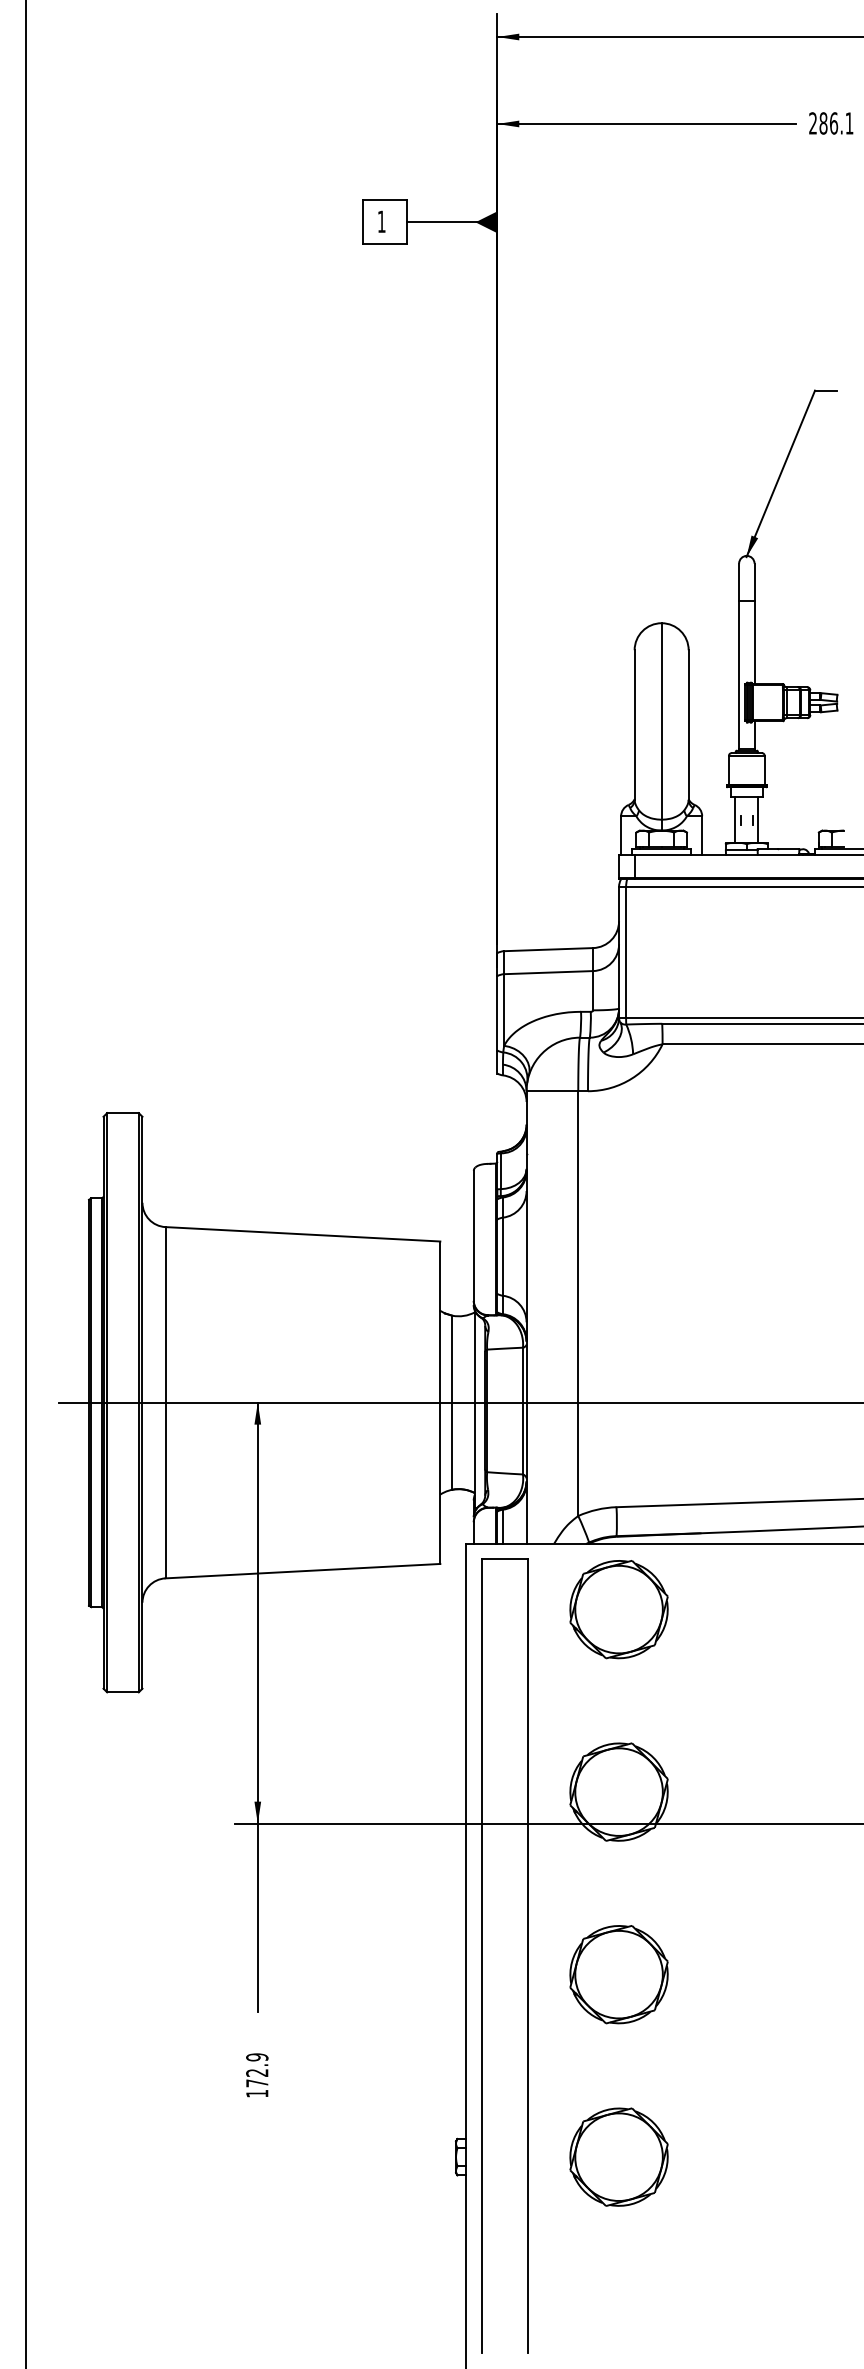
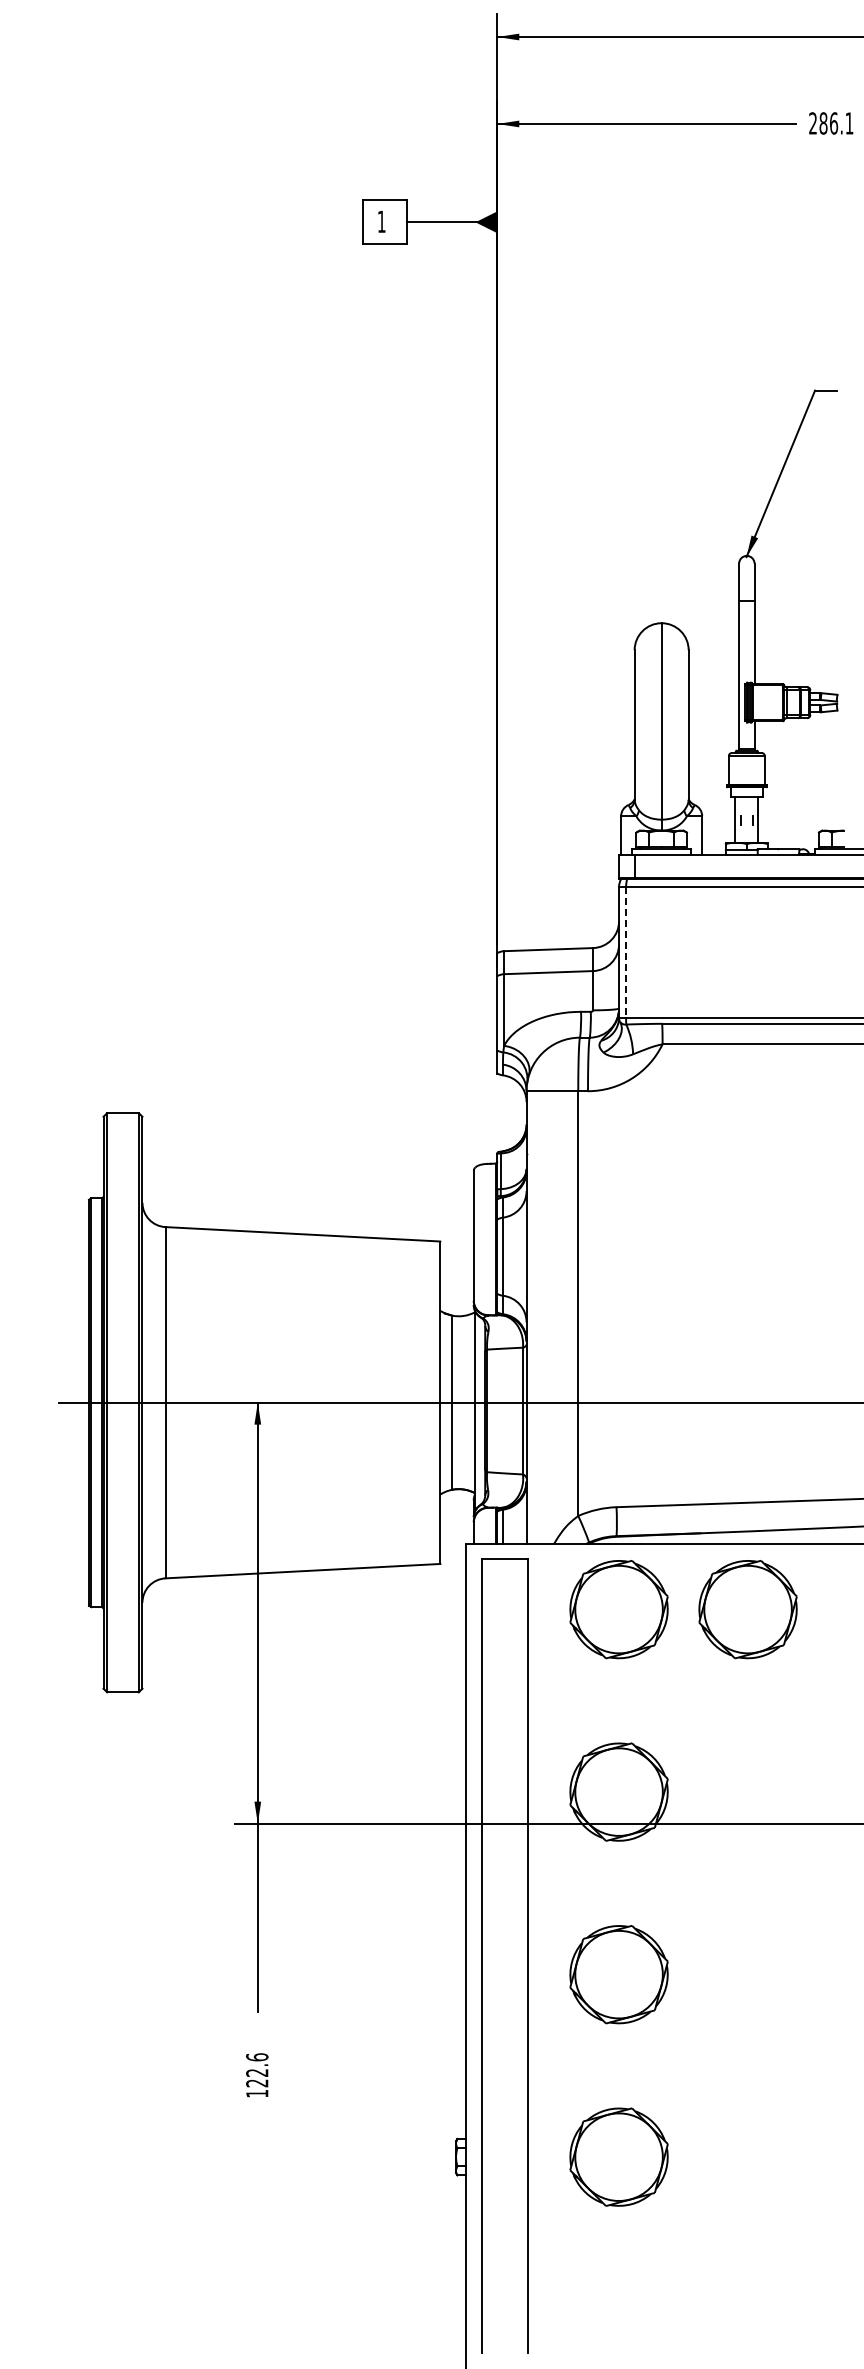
line at (626, 952): solid -> dashed
line at (25, 1183): present -> none
part at (747, 1609): none -> present
text at (257, 2070): 172.9 -> 122.6
